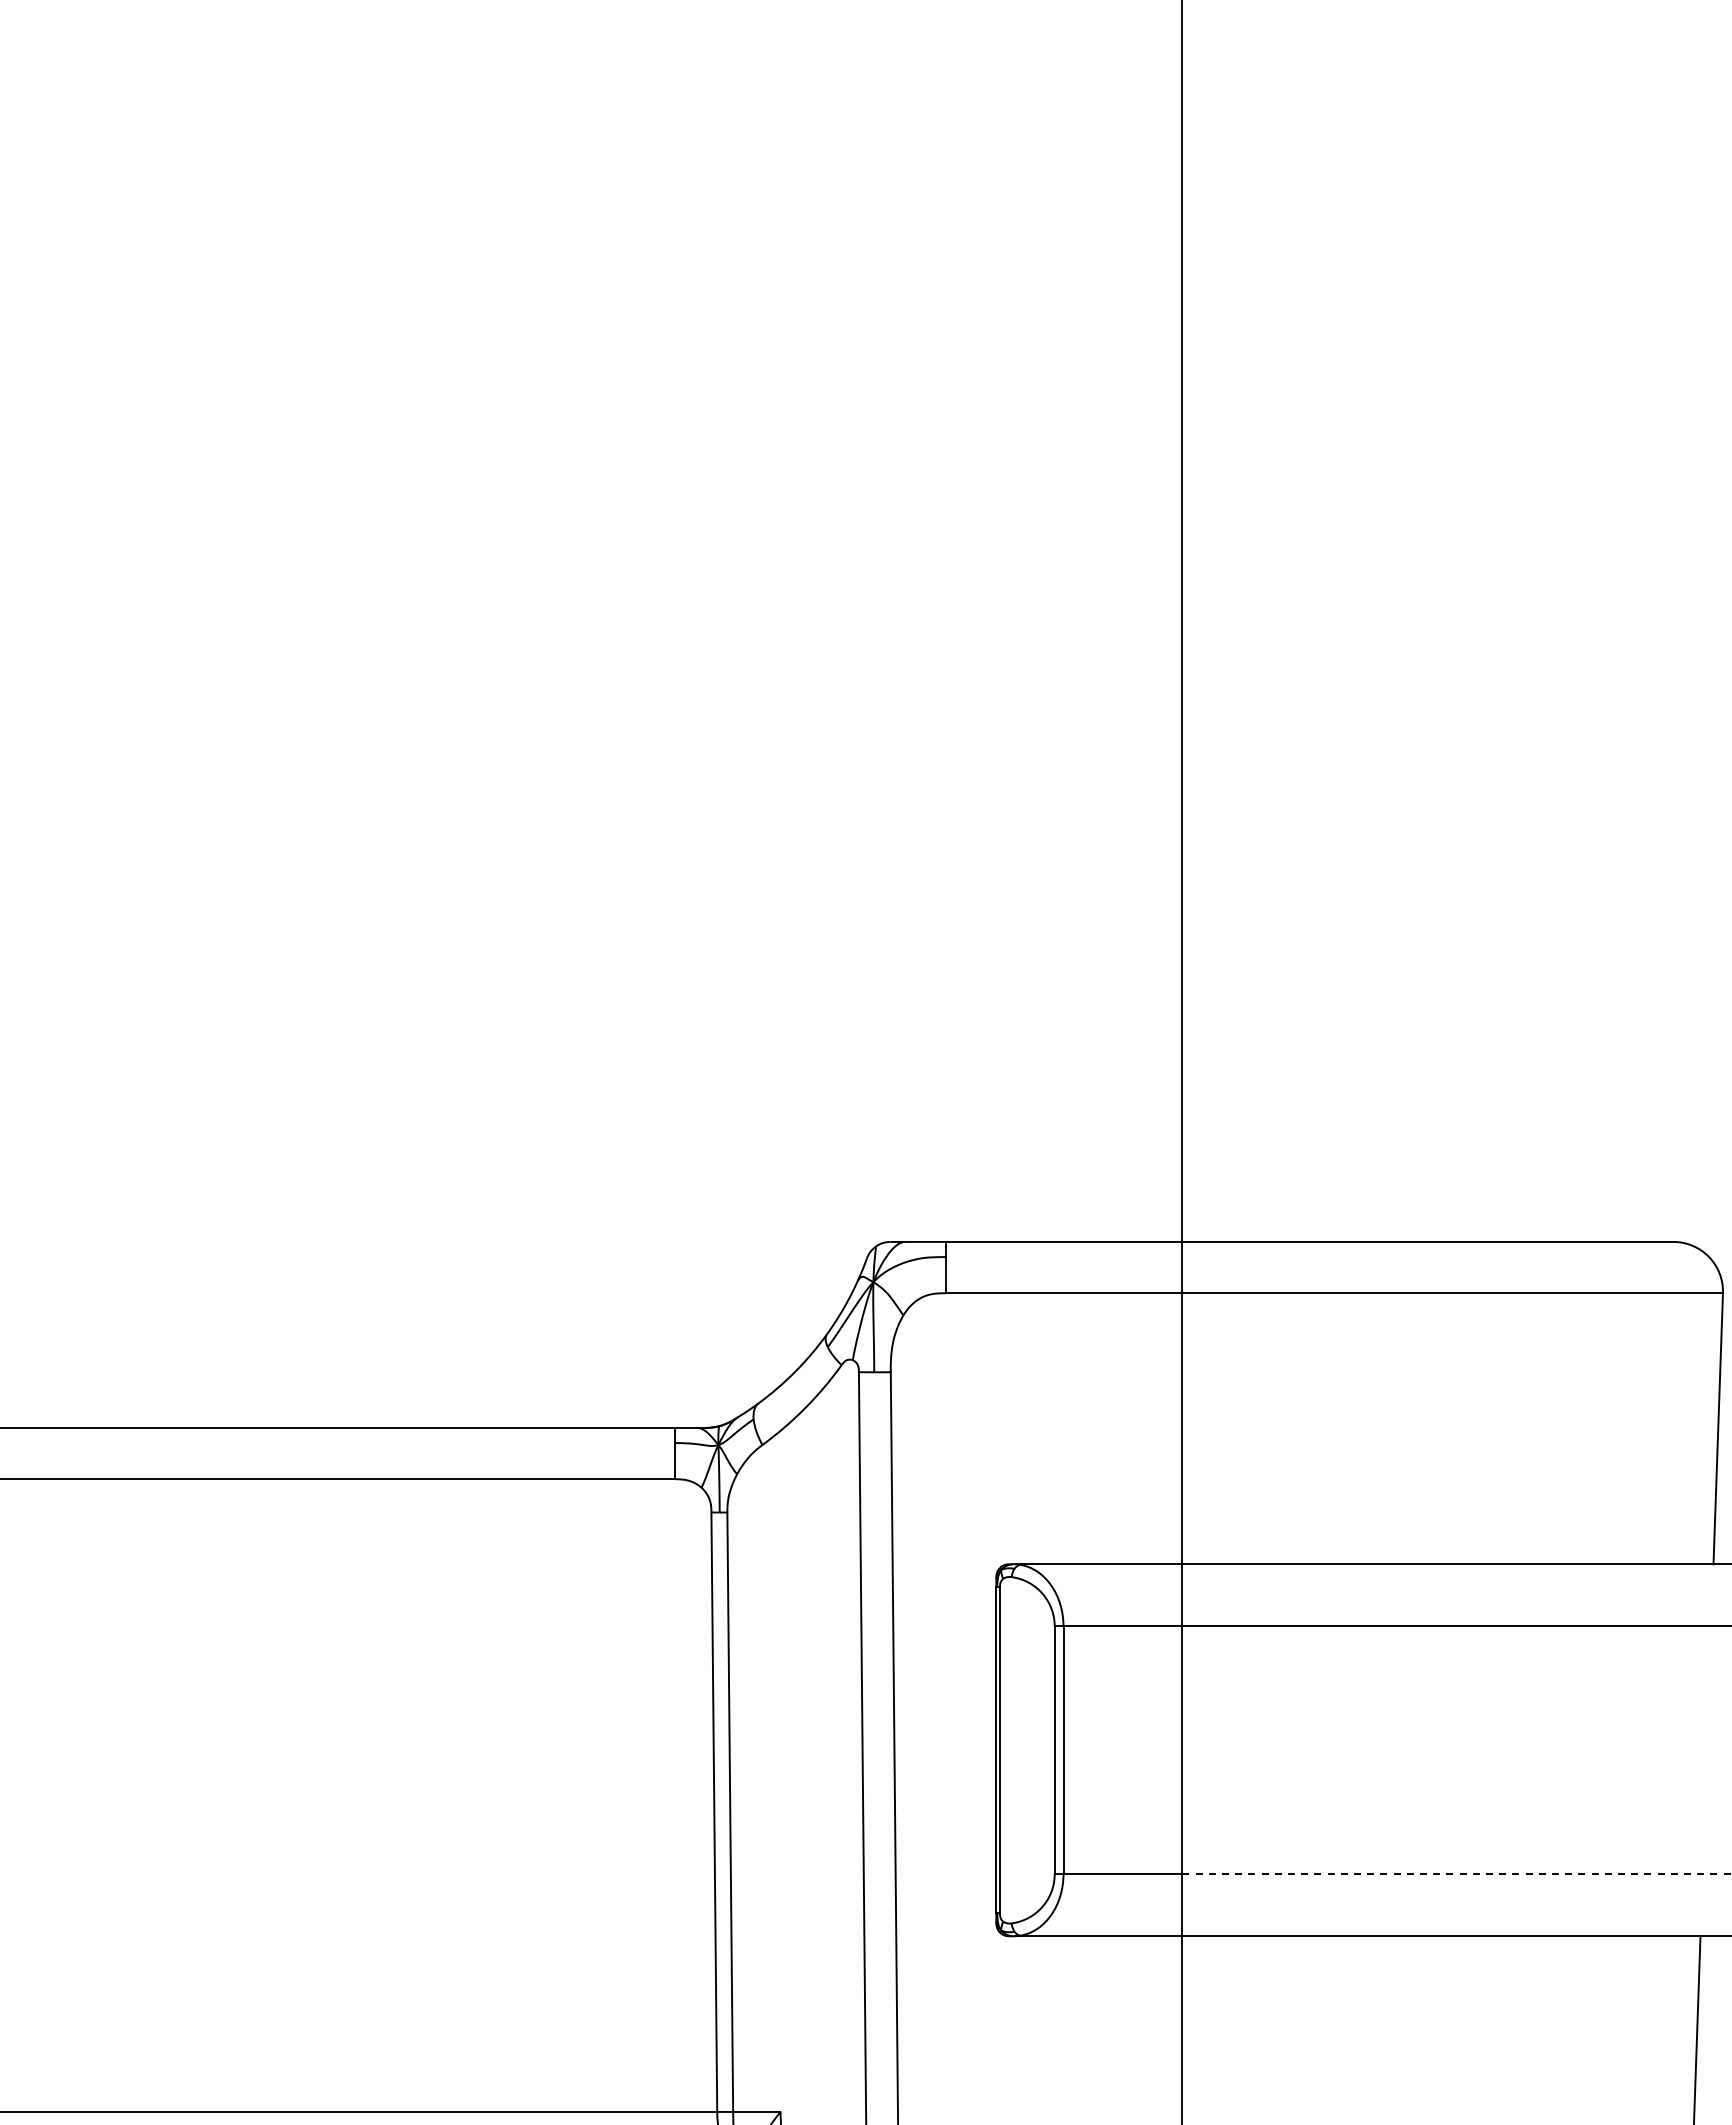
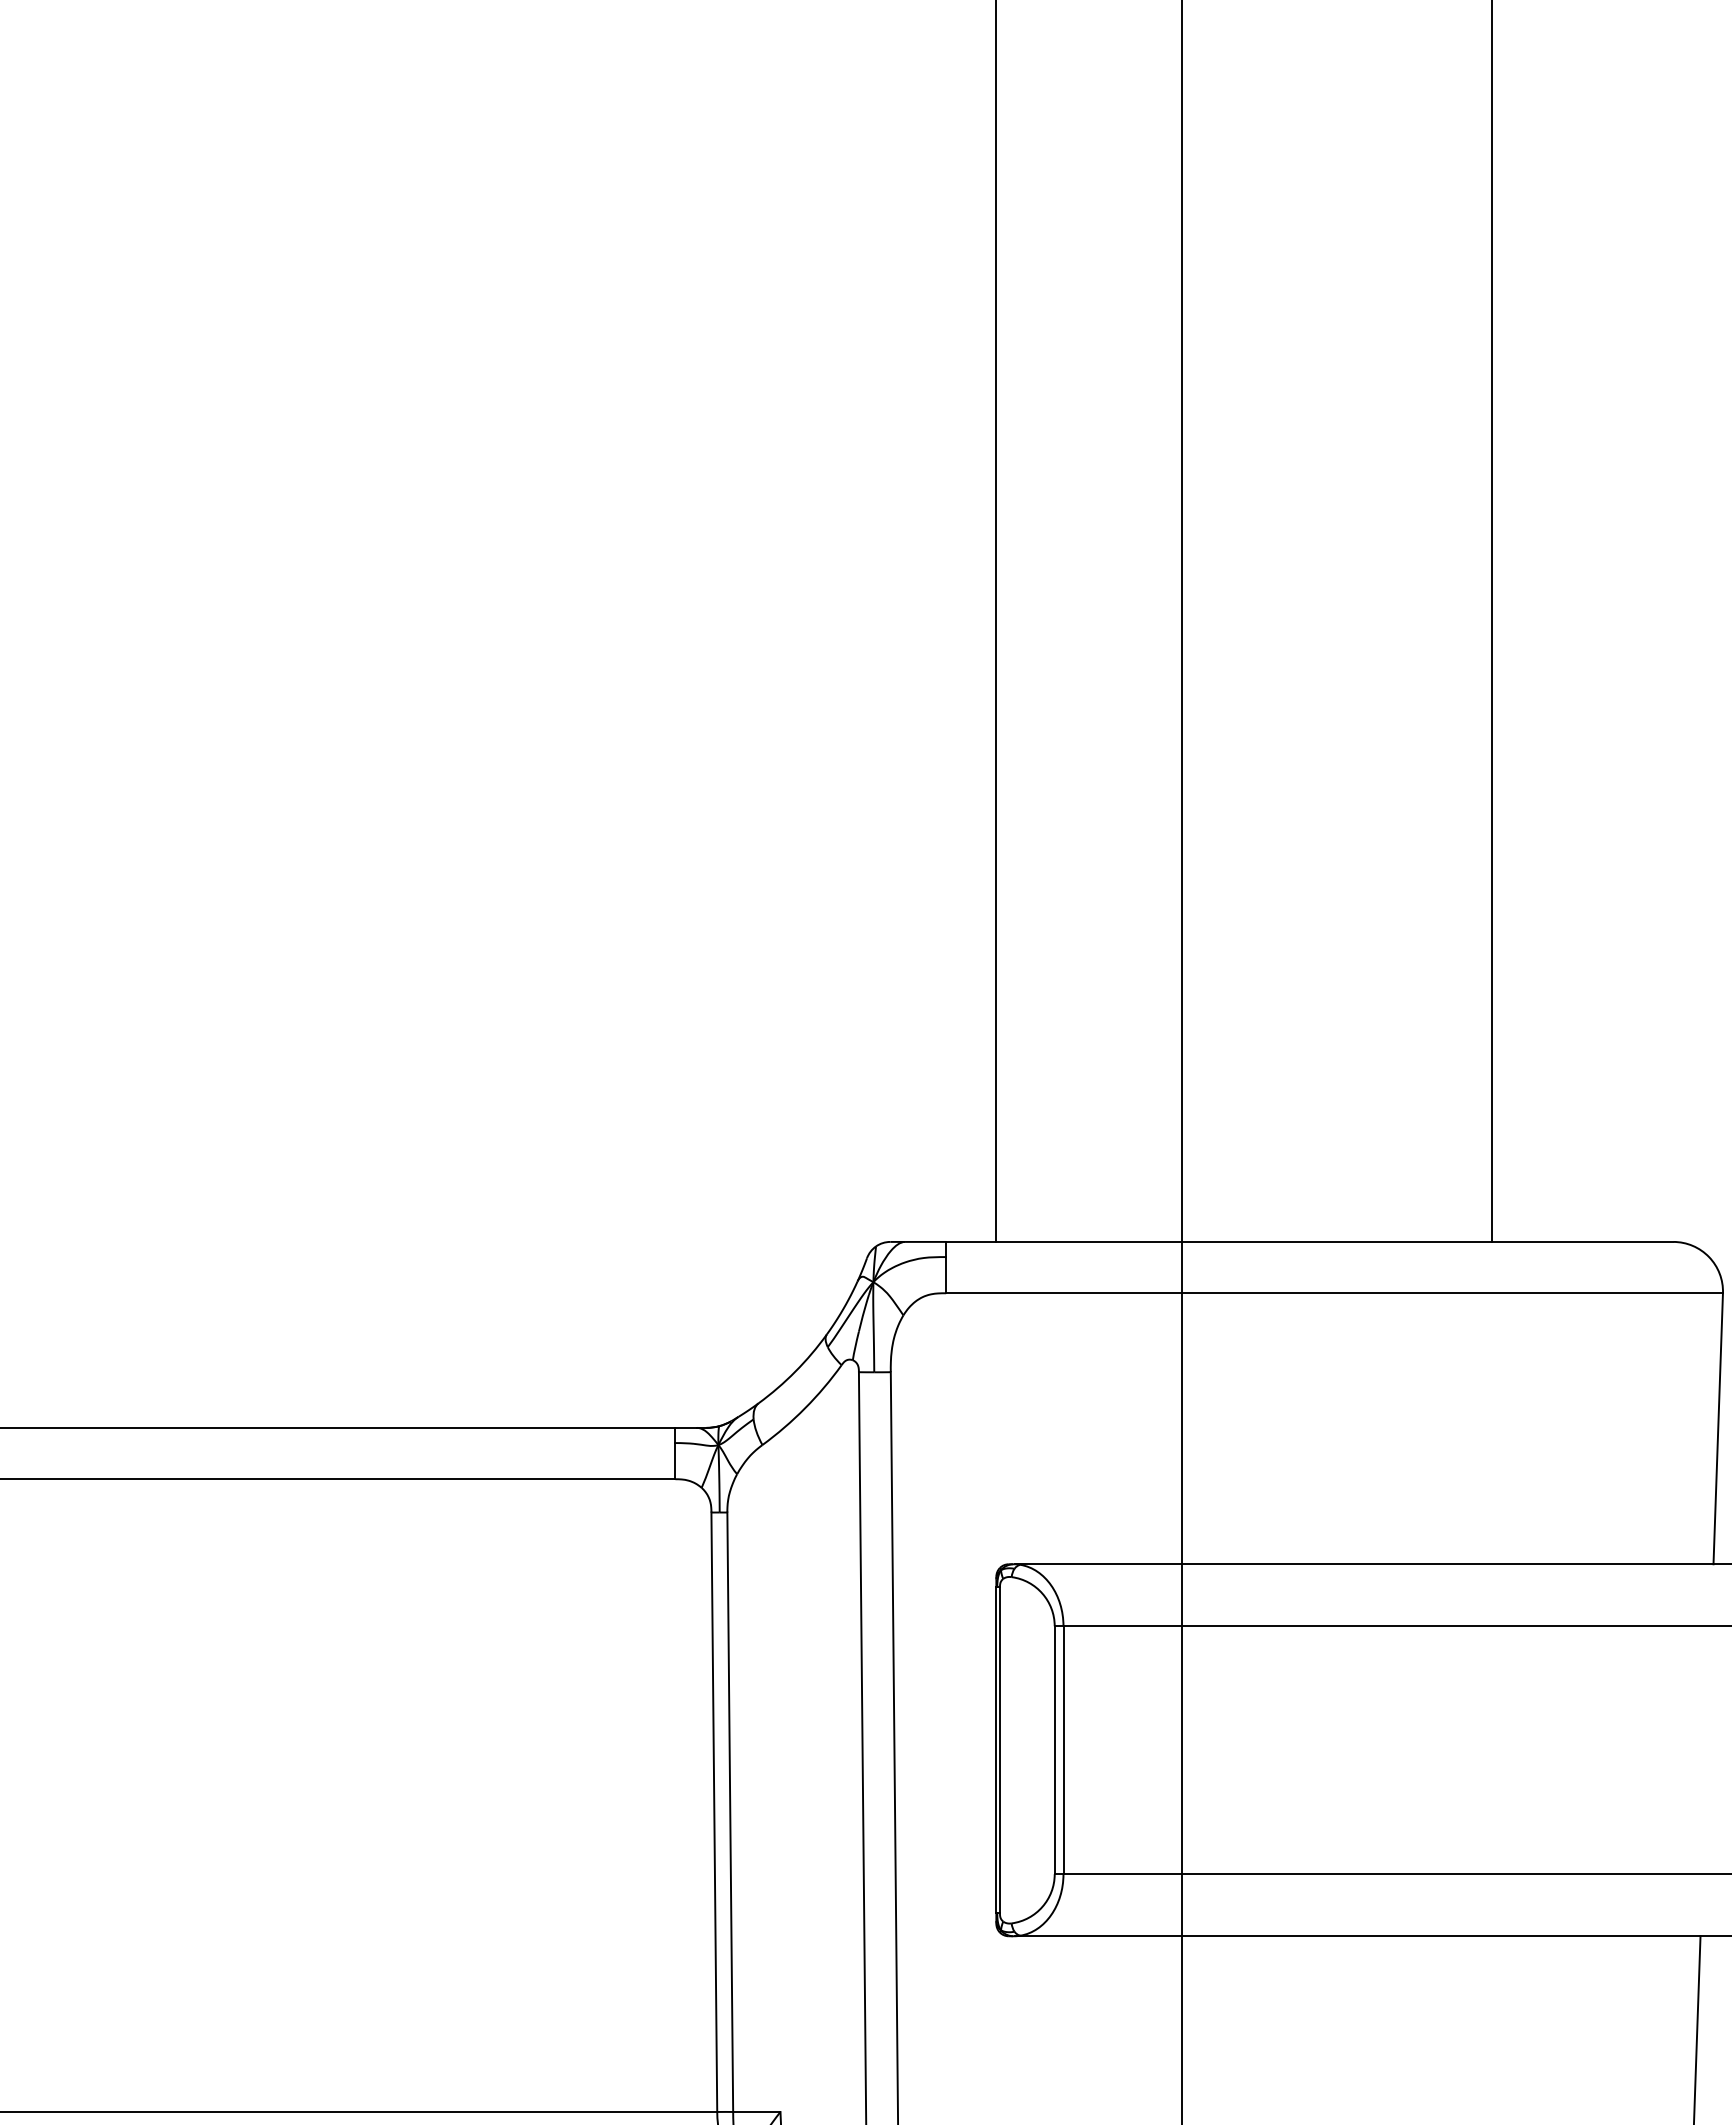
line at (996, 621): none -> present
line at (1492, 621): none -> present
line at (1457, 1874): dashed -> solid
